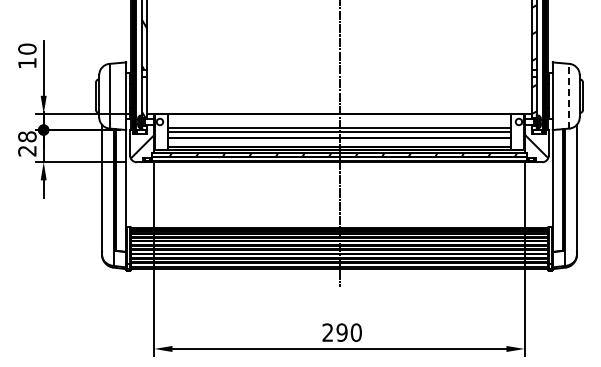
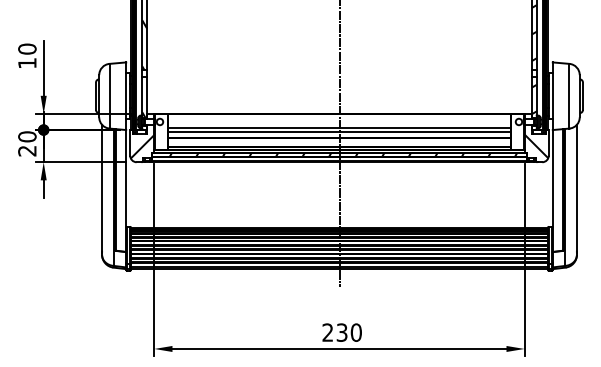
line at (569, 95): dashed -> solid
text at (27, 136): 28 -> 20
text at (341, 332): 290 -> 230
